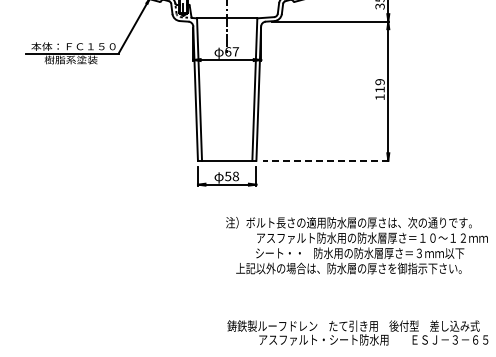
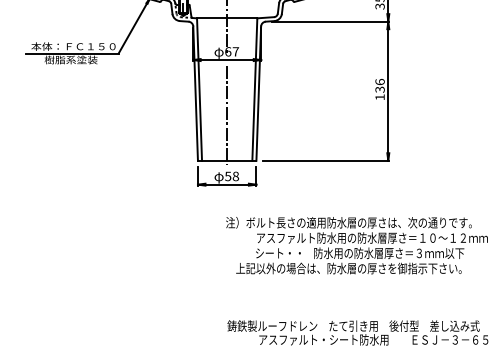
text at (379, 85): 119 -> 136
line at (227, 114): none -> present
line at (325, 160): dashed -> solid
